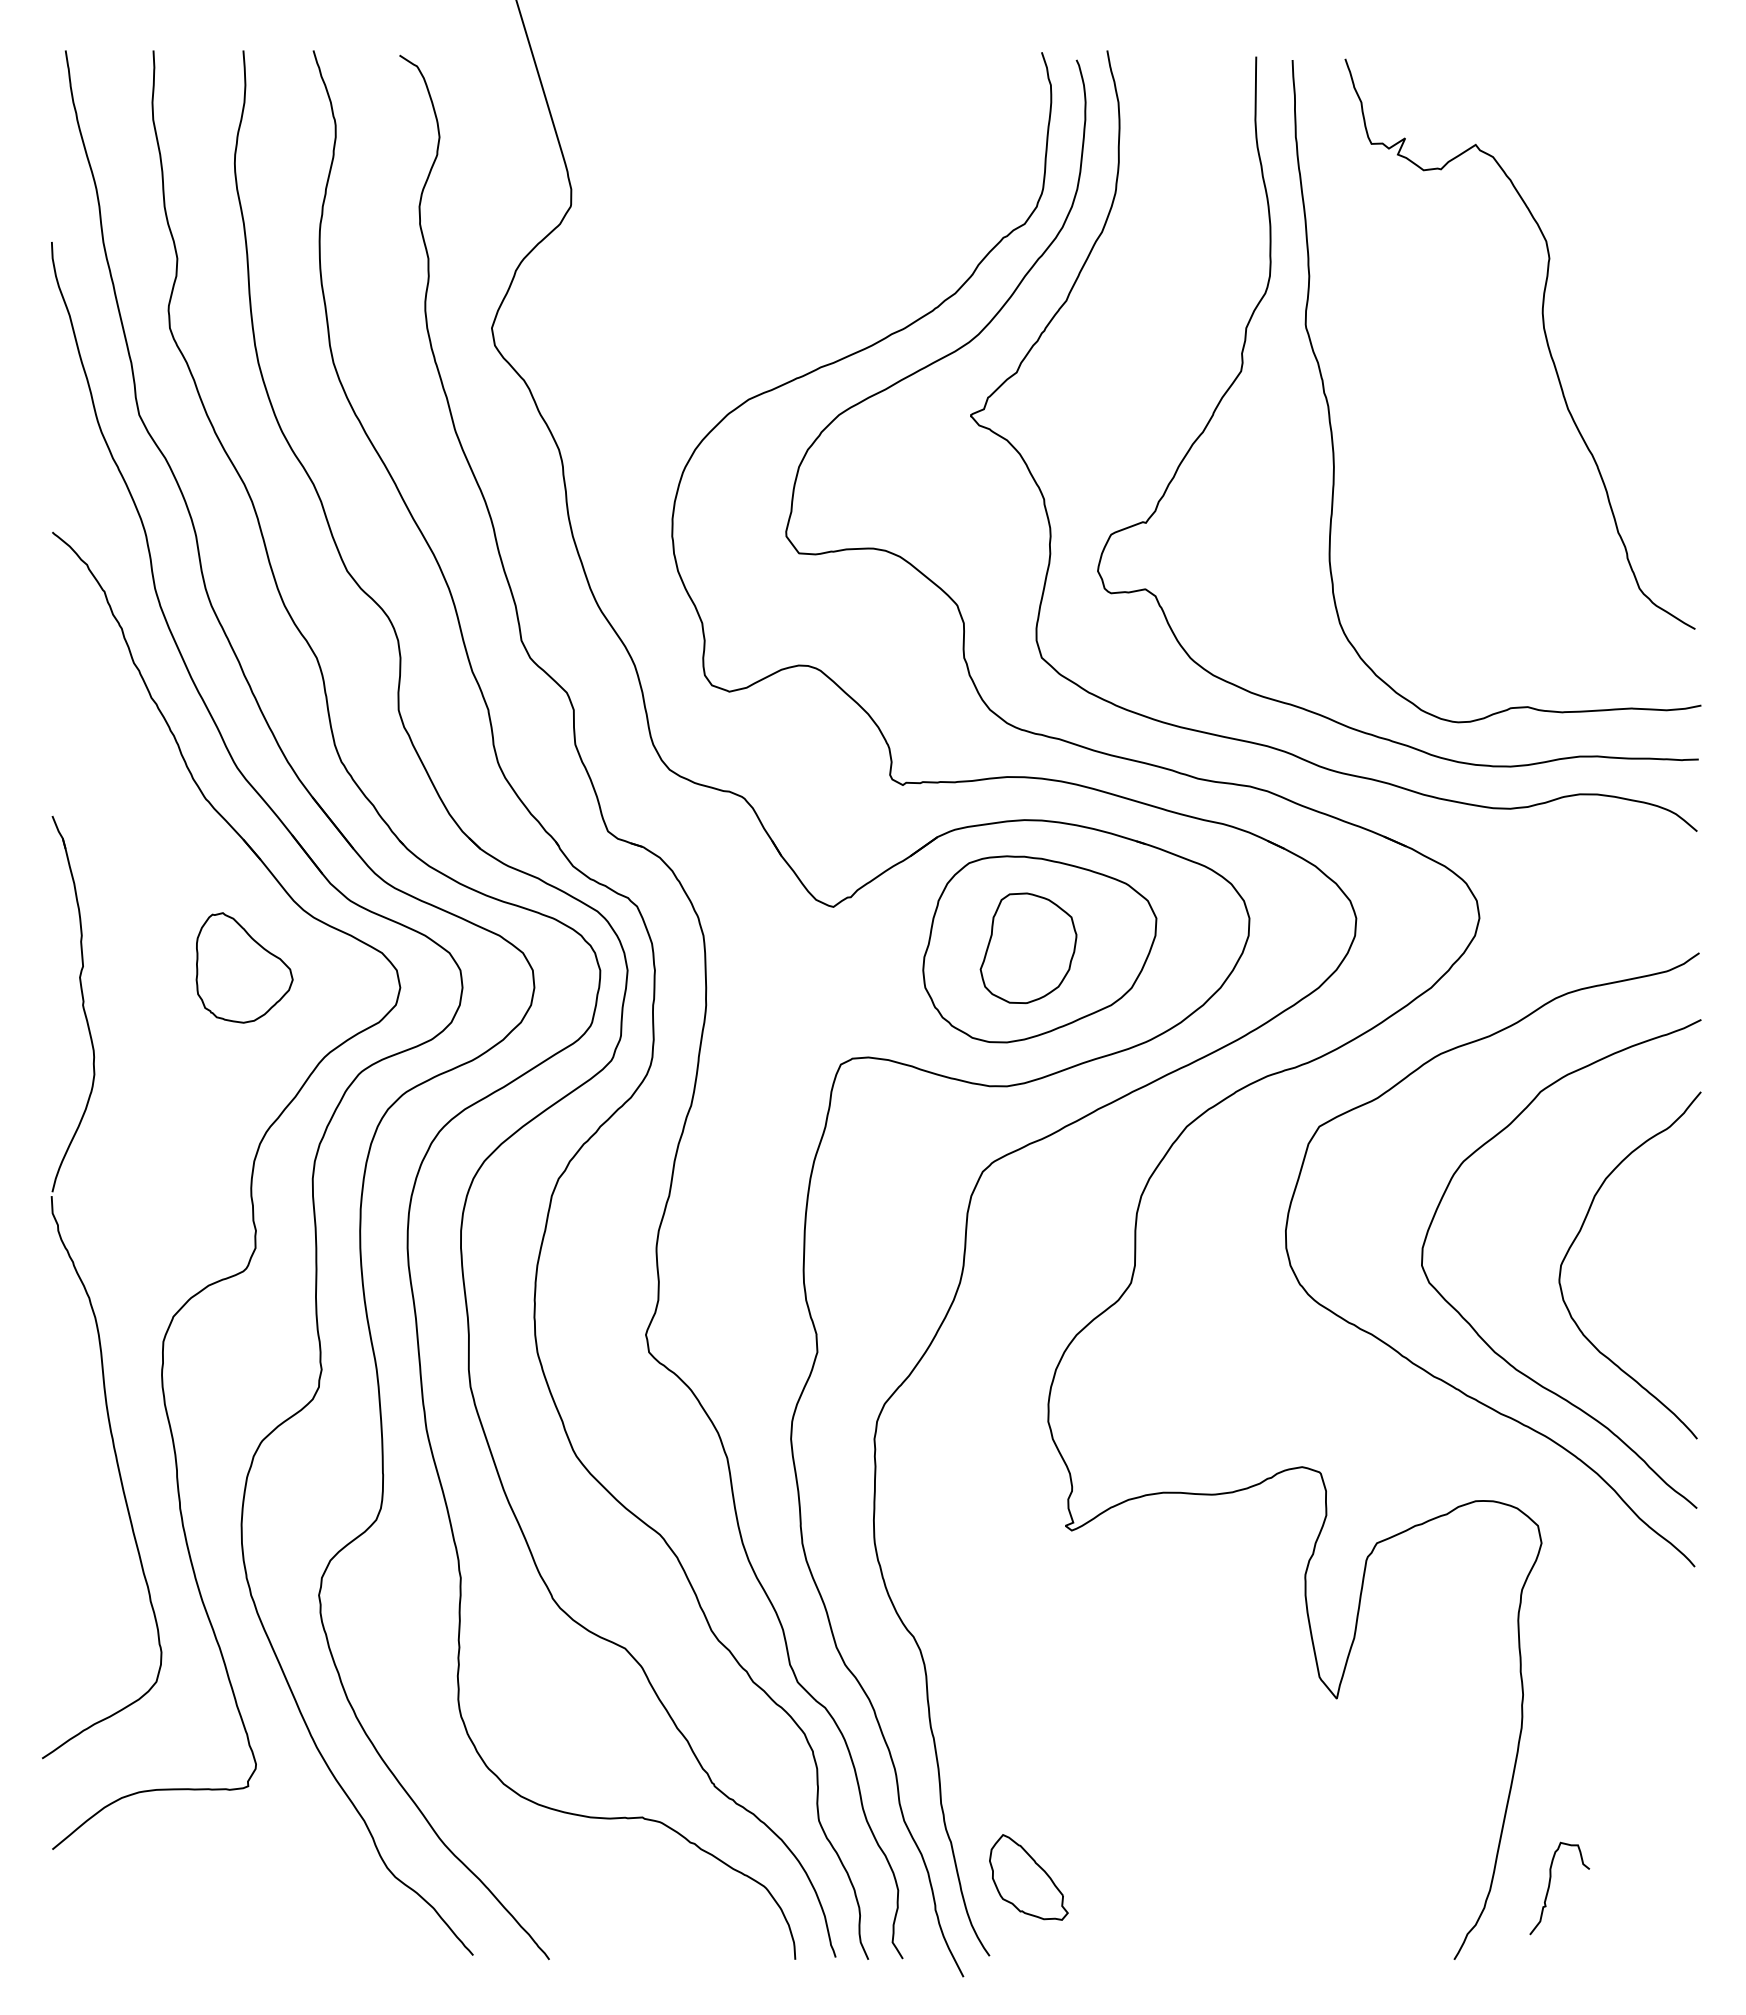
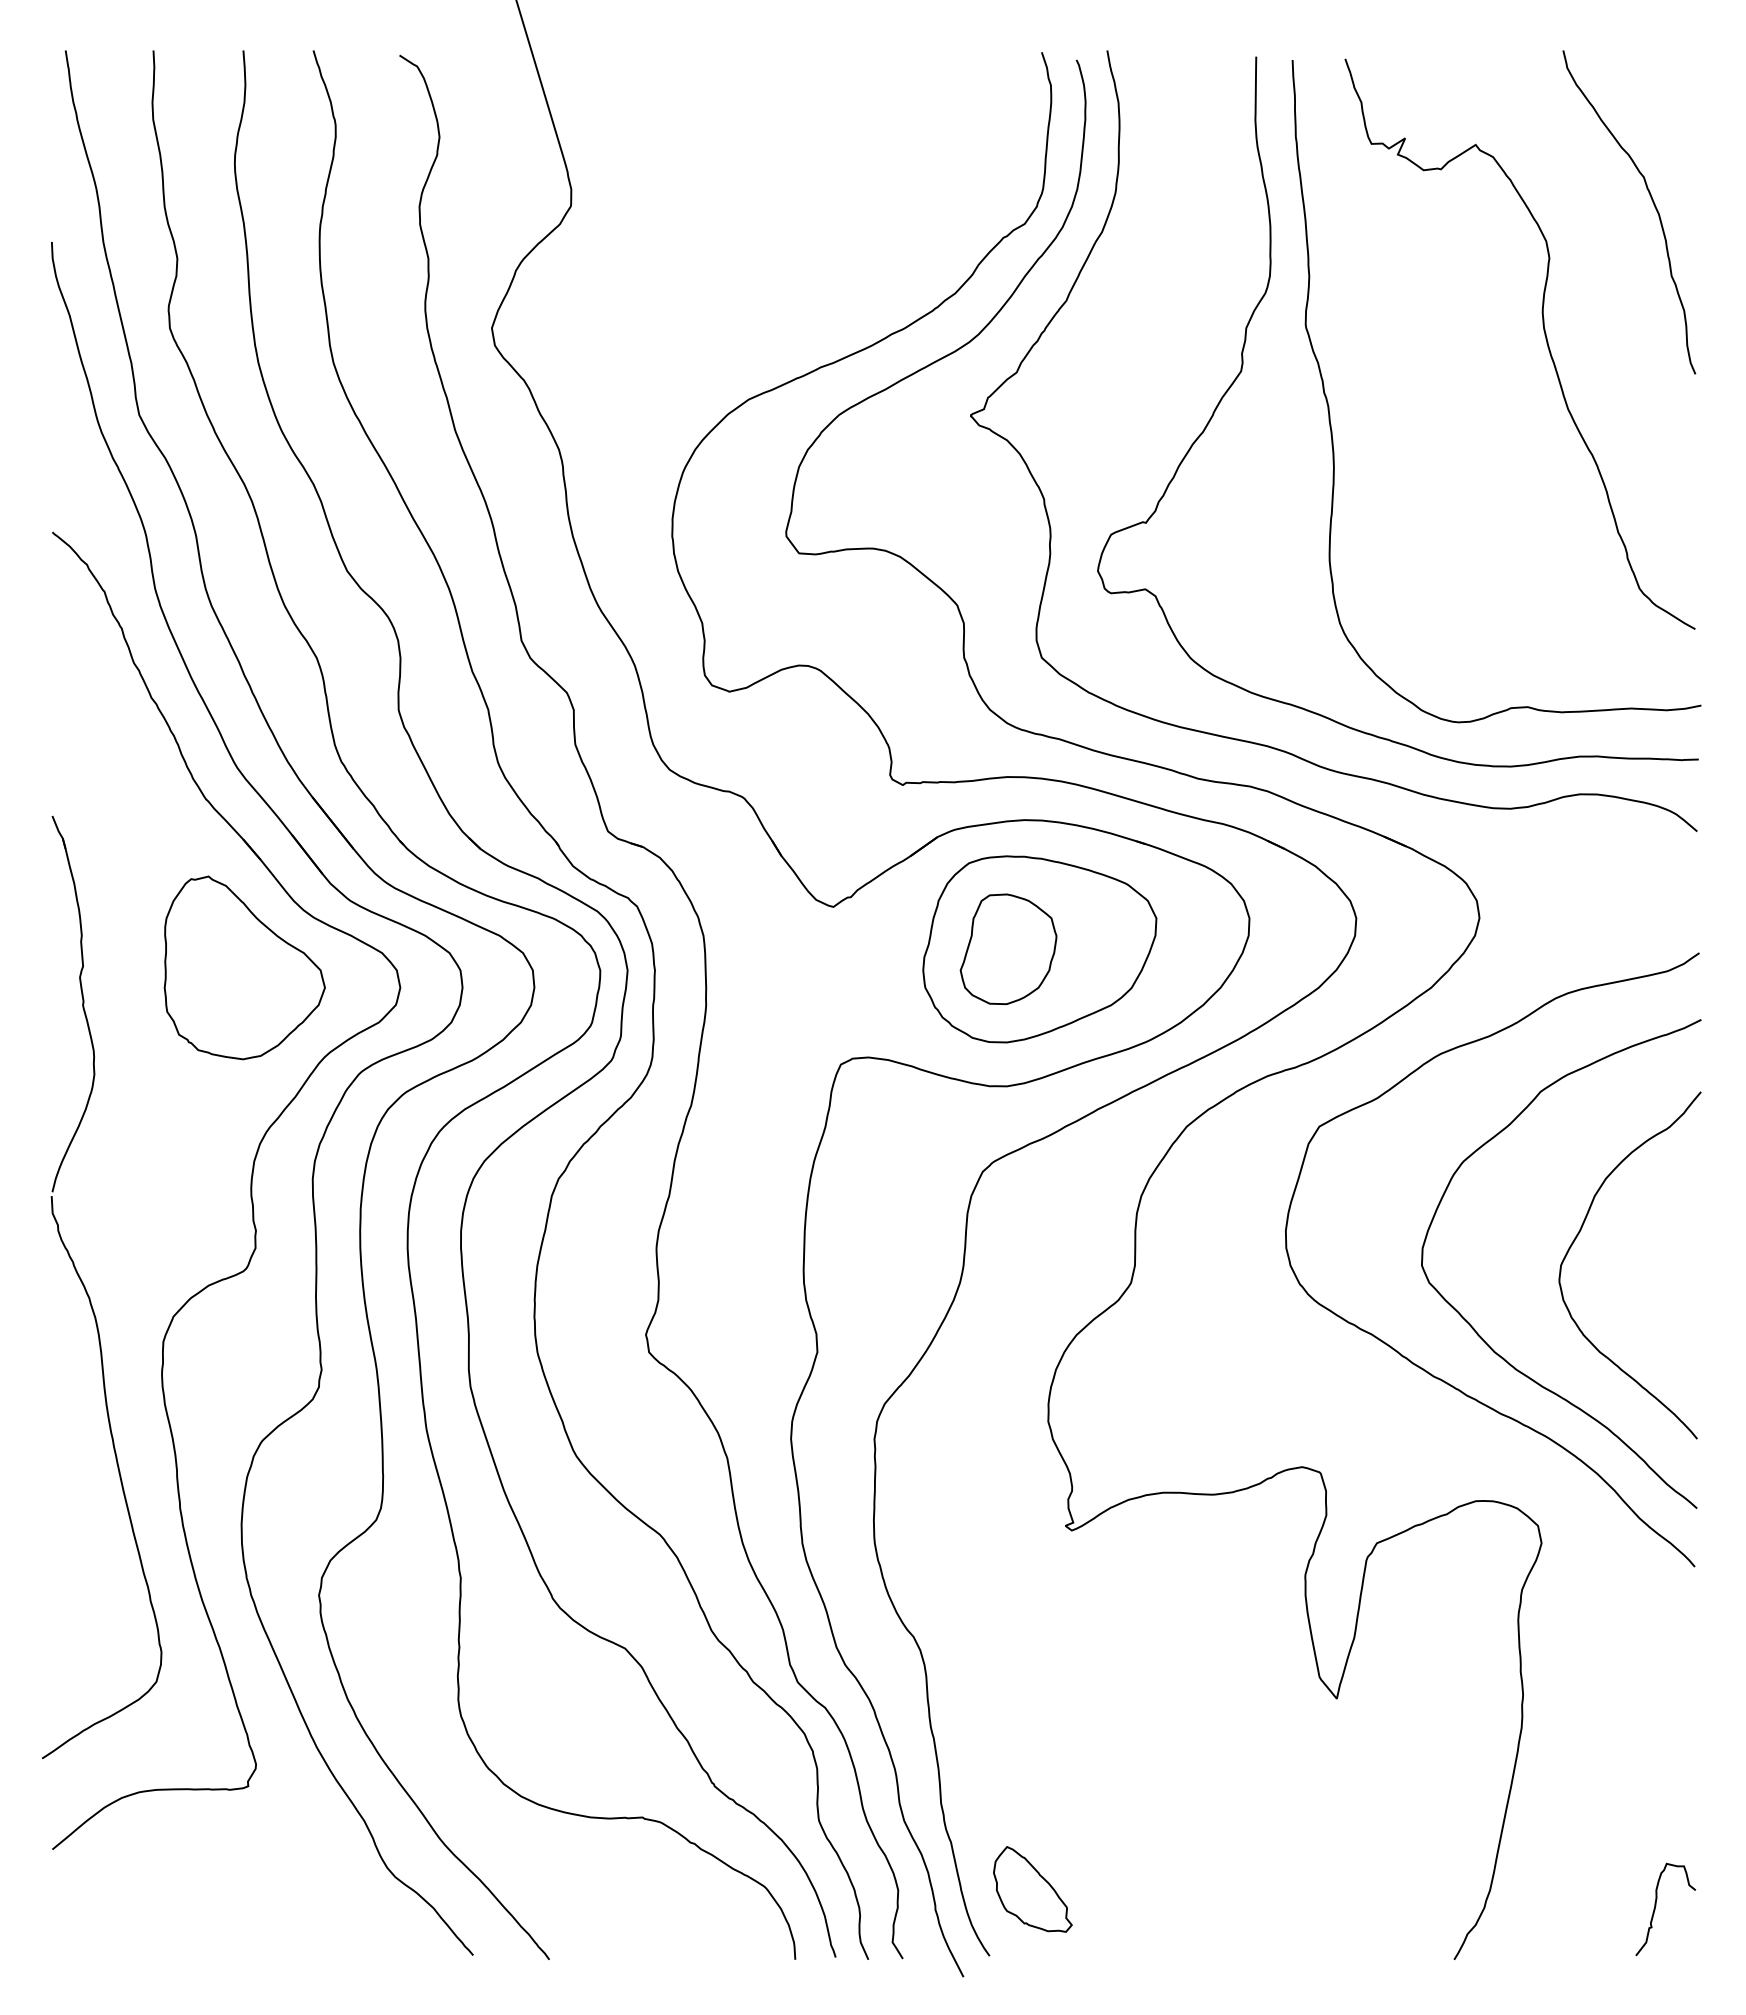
curve at (1653, 205): none -> present
part at (1028, 948) position: (1028, 948) -> (1008, 949)
part at (244, 967) size: 99x112 px -> 163x186 px
part at (1028, 1877) position: (1028, 1877) -> (1032, 1889)
curve at (1550, 1885) position: (1550, 1885) -> (1656, 1906)
